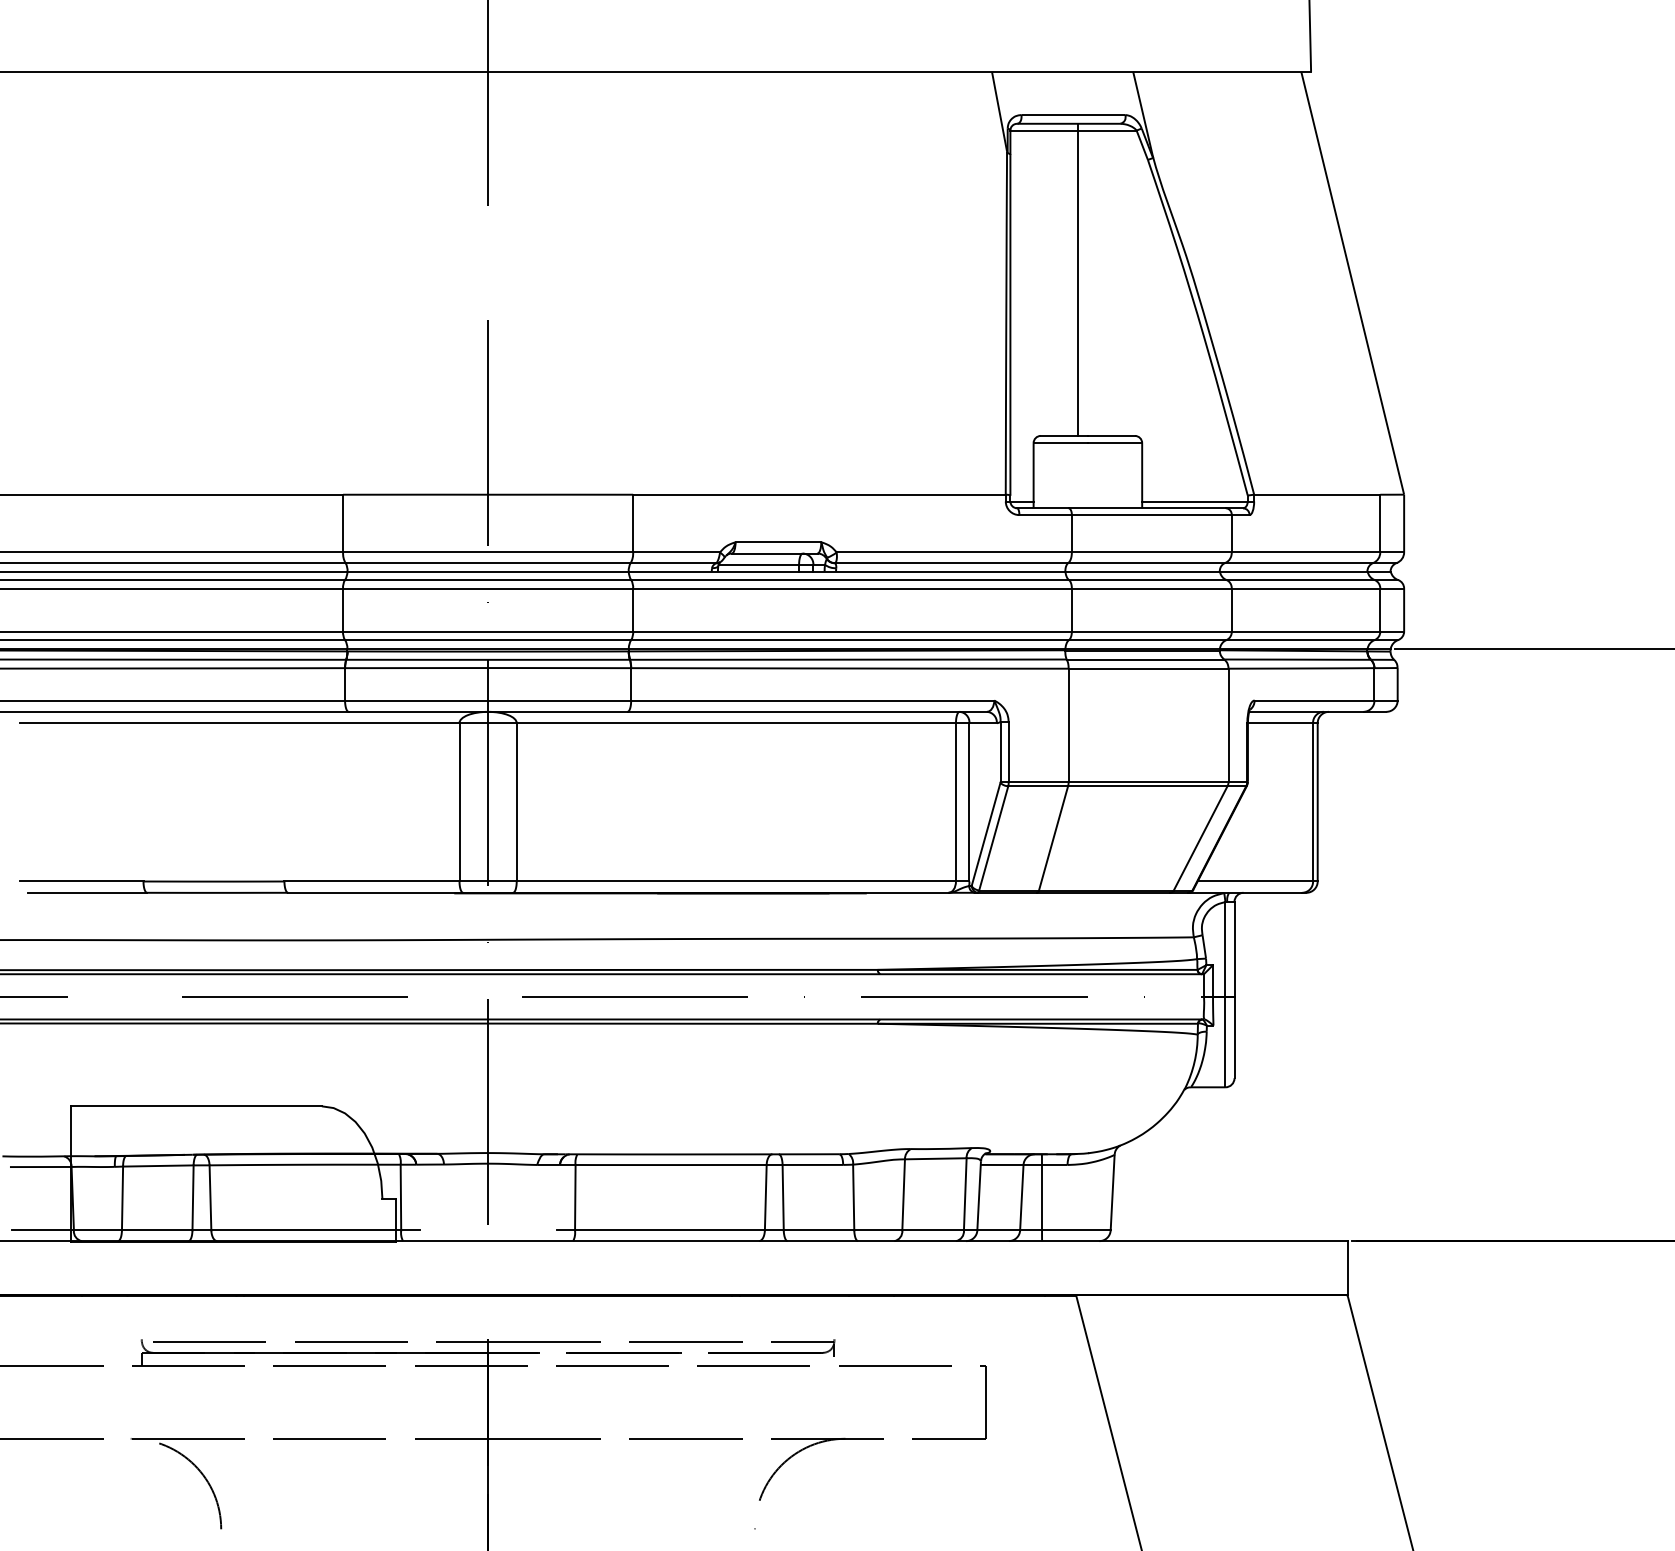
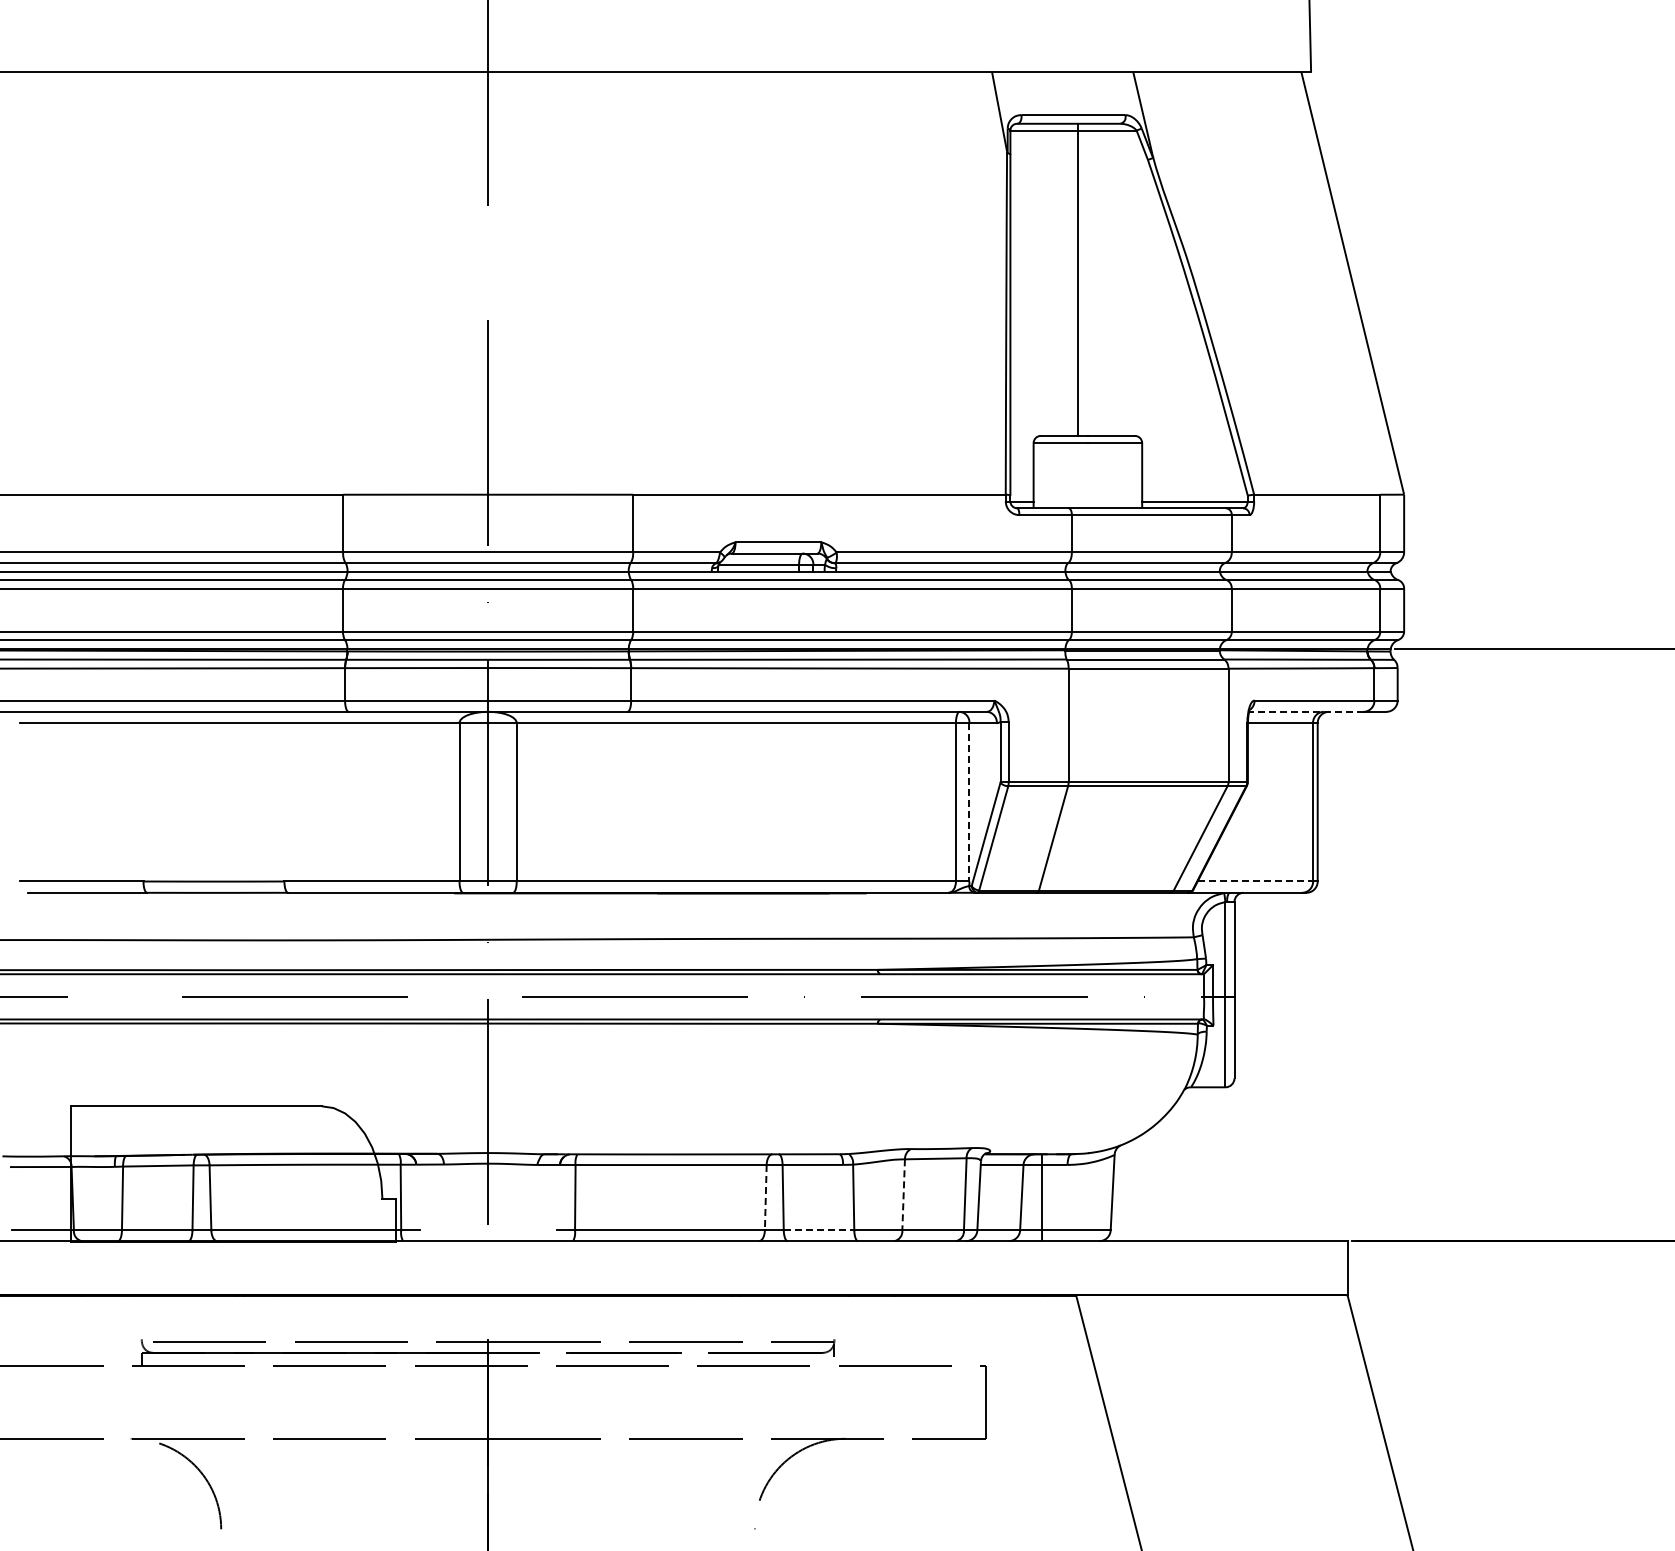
line at (1305, 711): solid -> dashed
line at (969, 802): solid -> dashed
line at (1255, 881): solid -> dashed
line at (903, 1194): solid -> dashed
line at (765, 1197): solid -> dashed
line at (819, 1230): solid -> dashed
